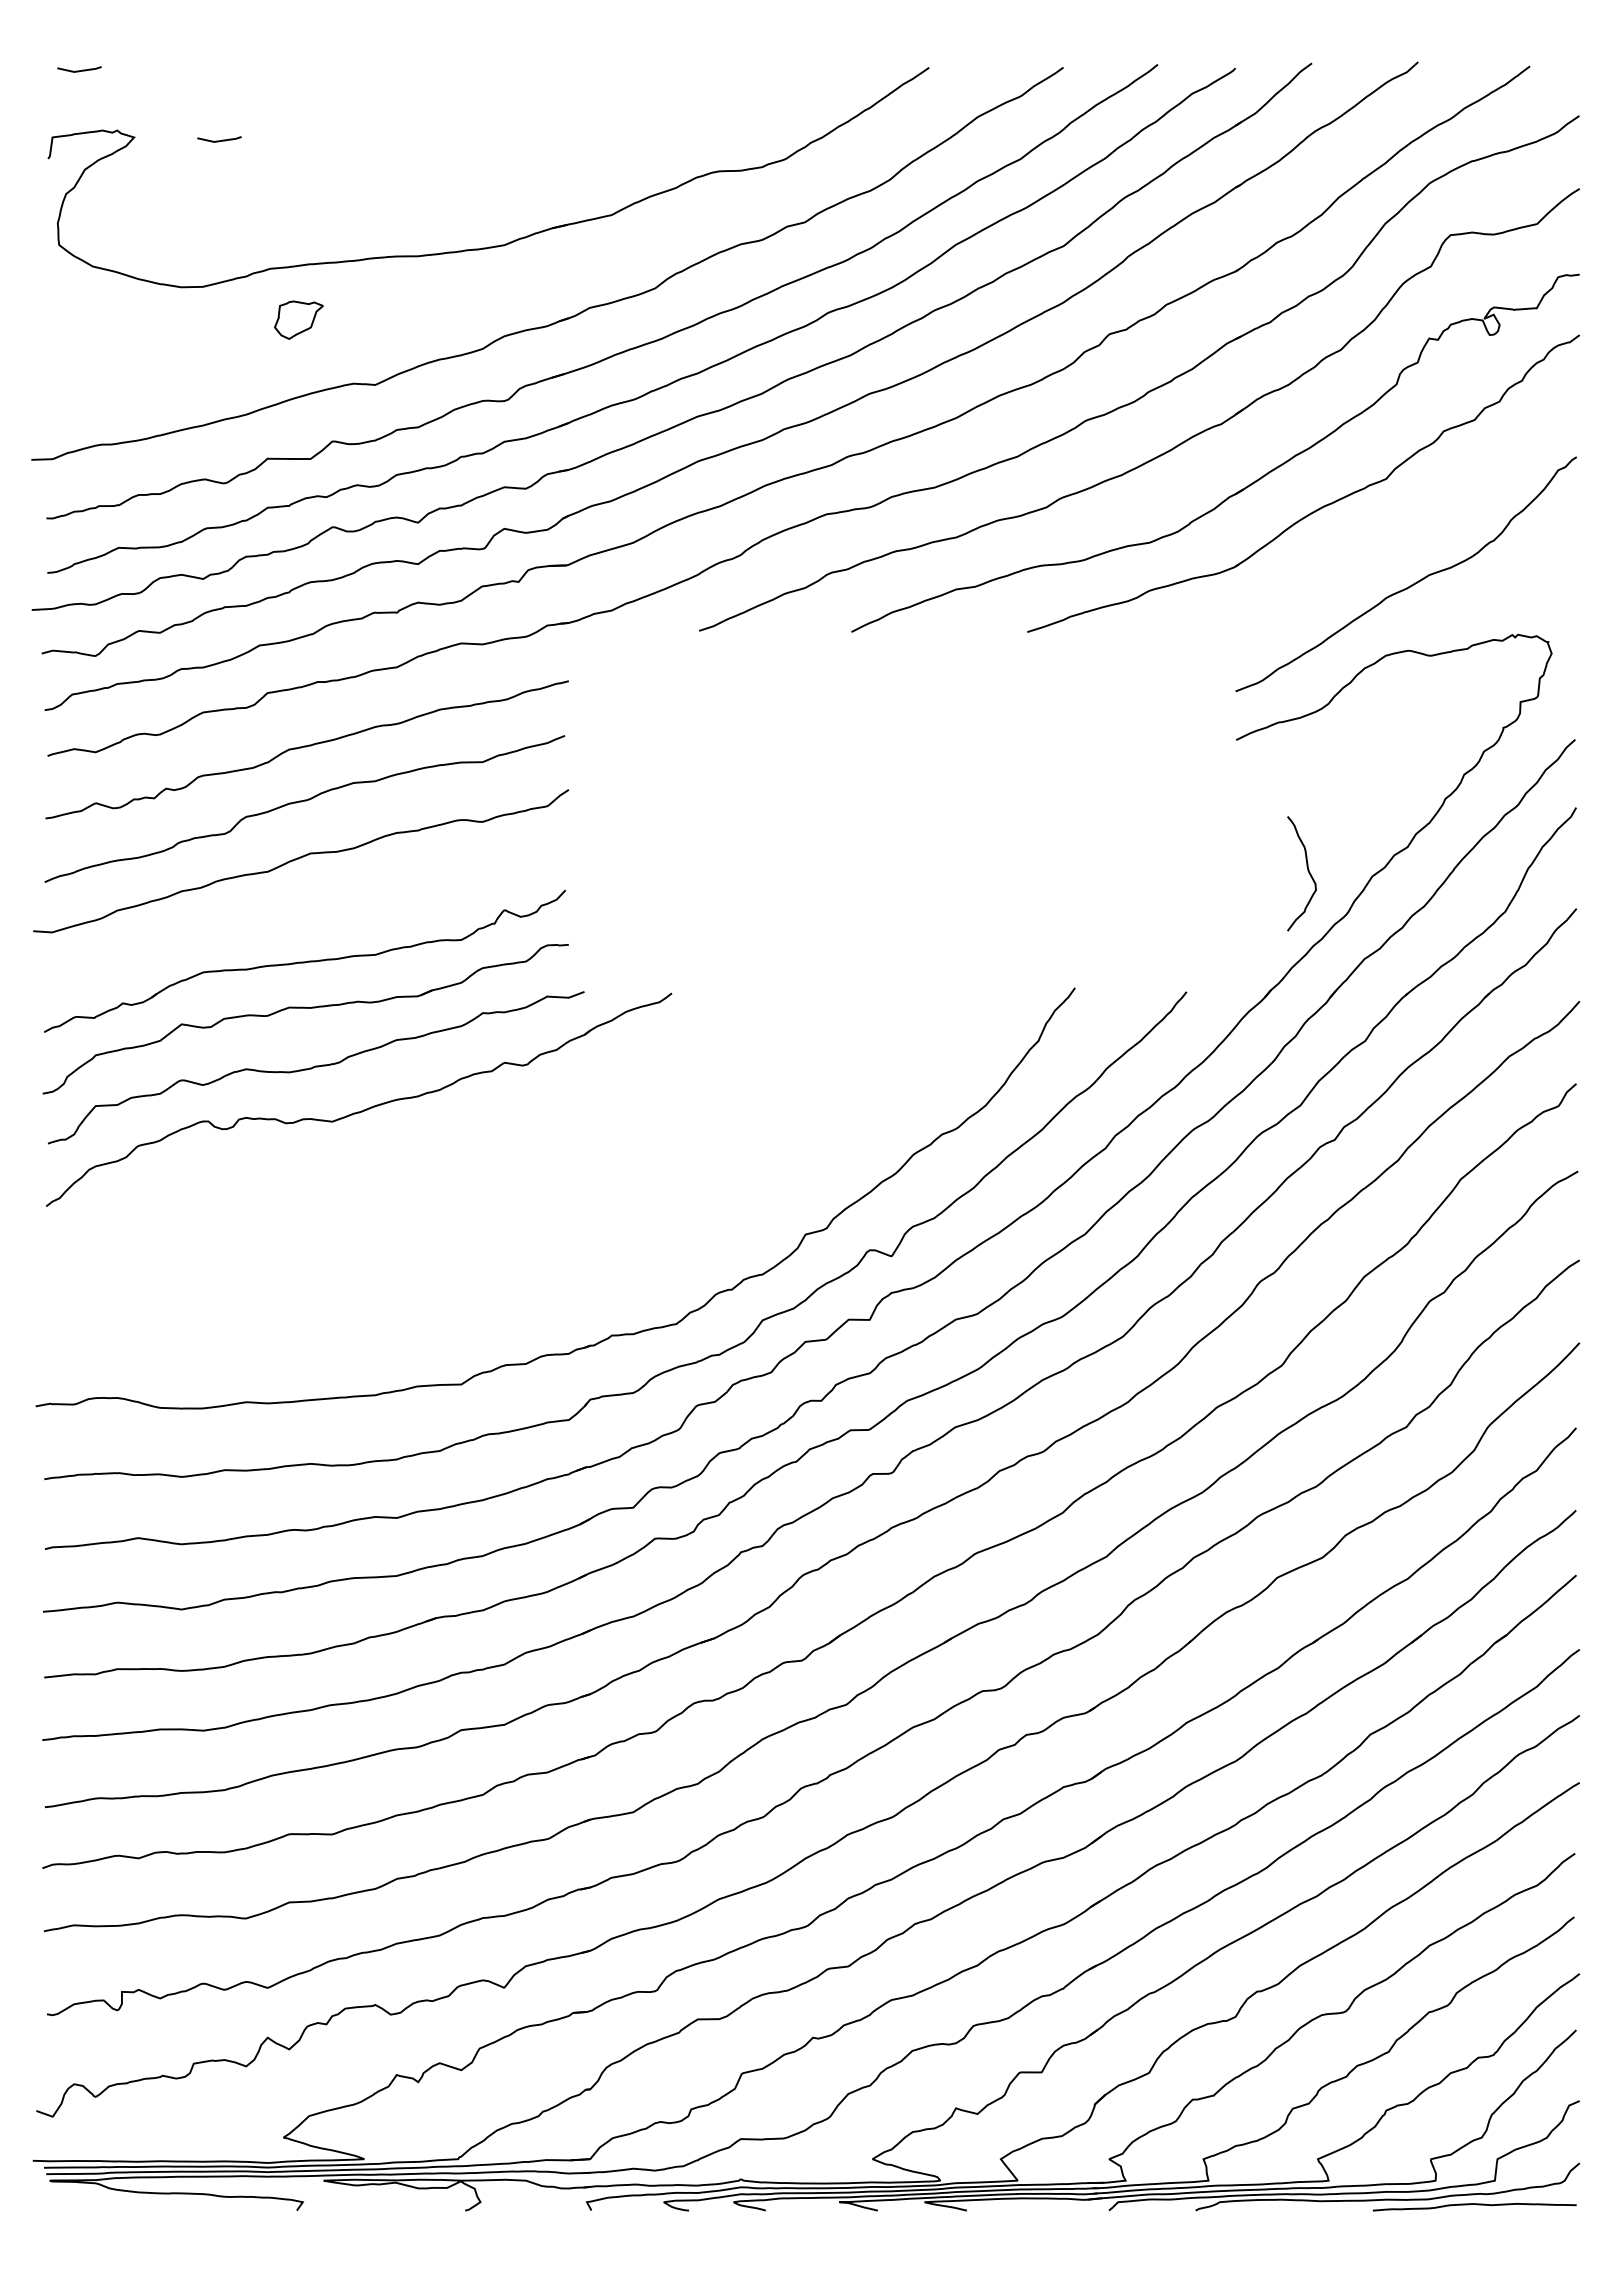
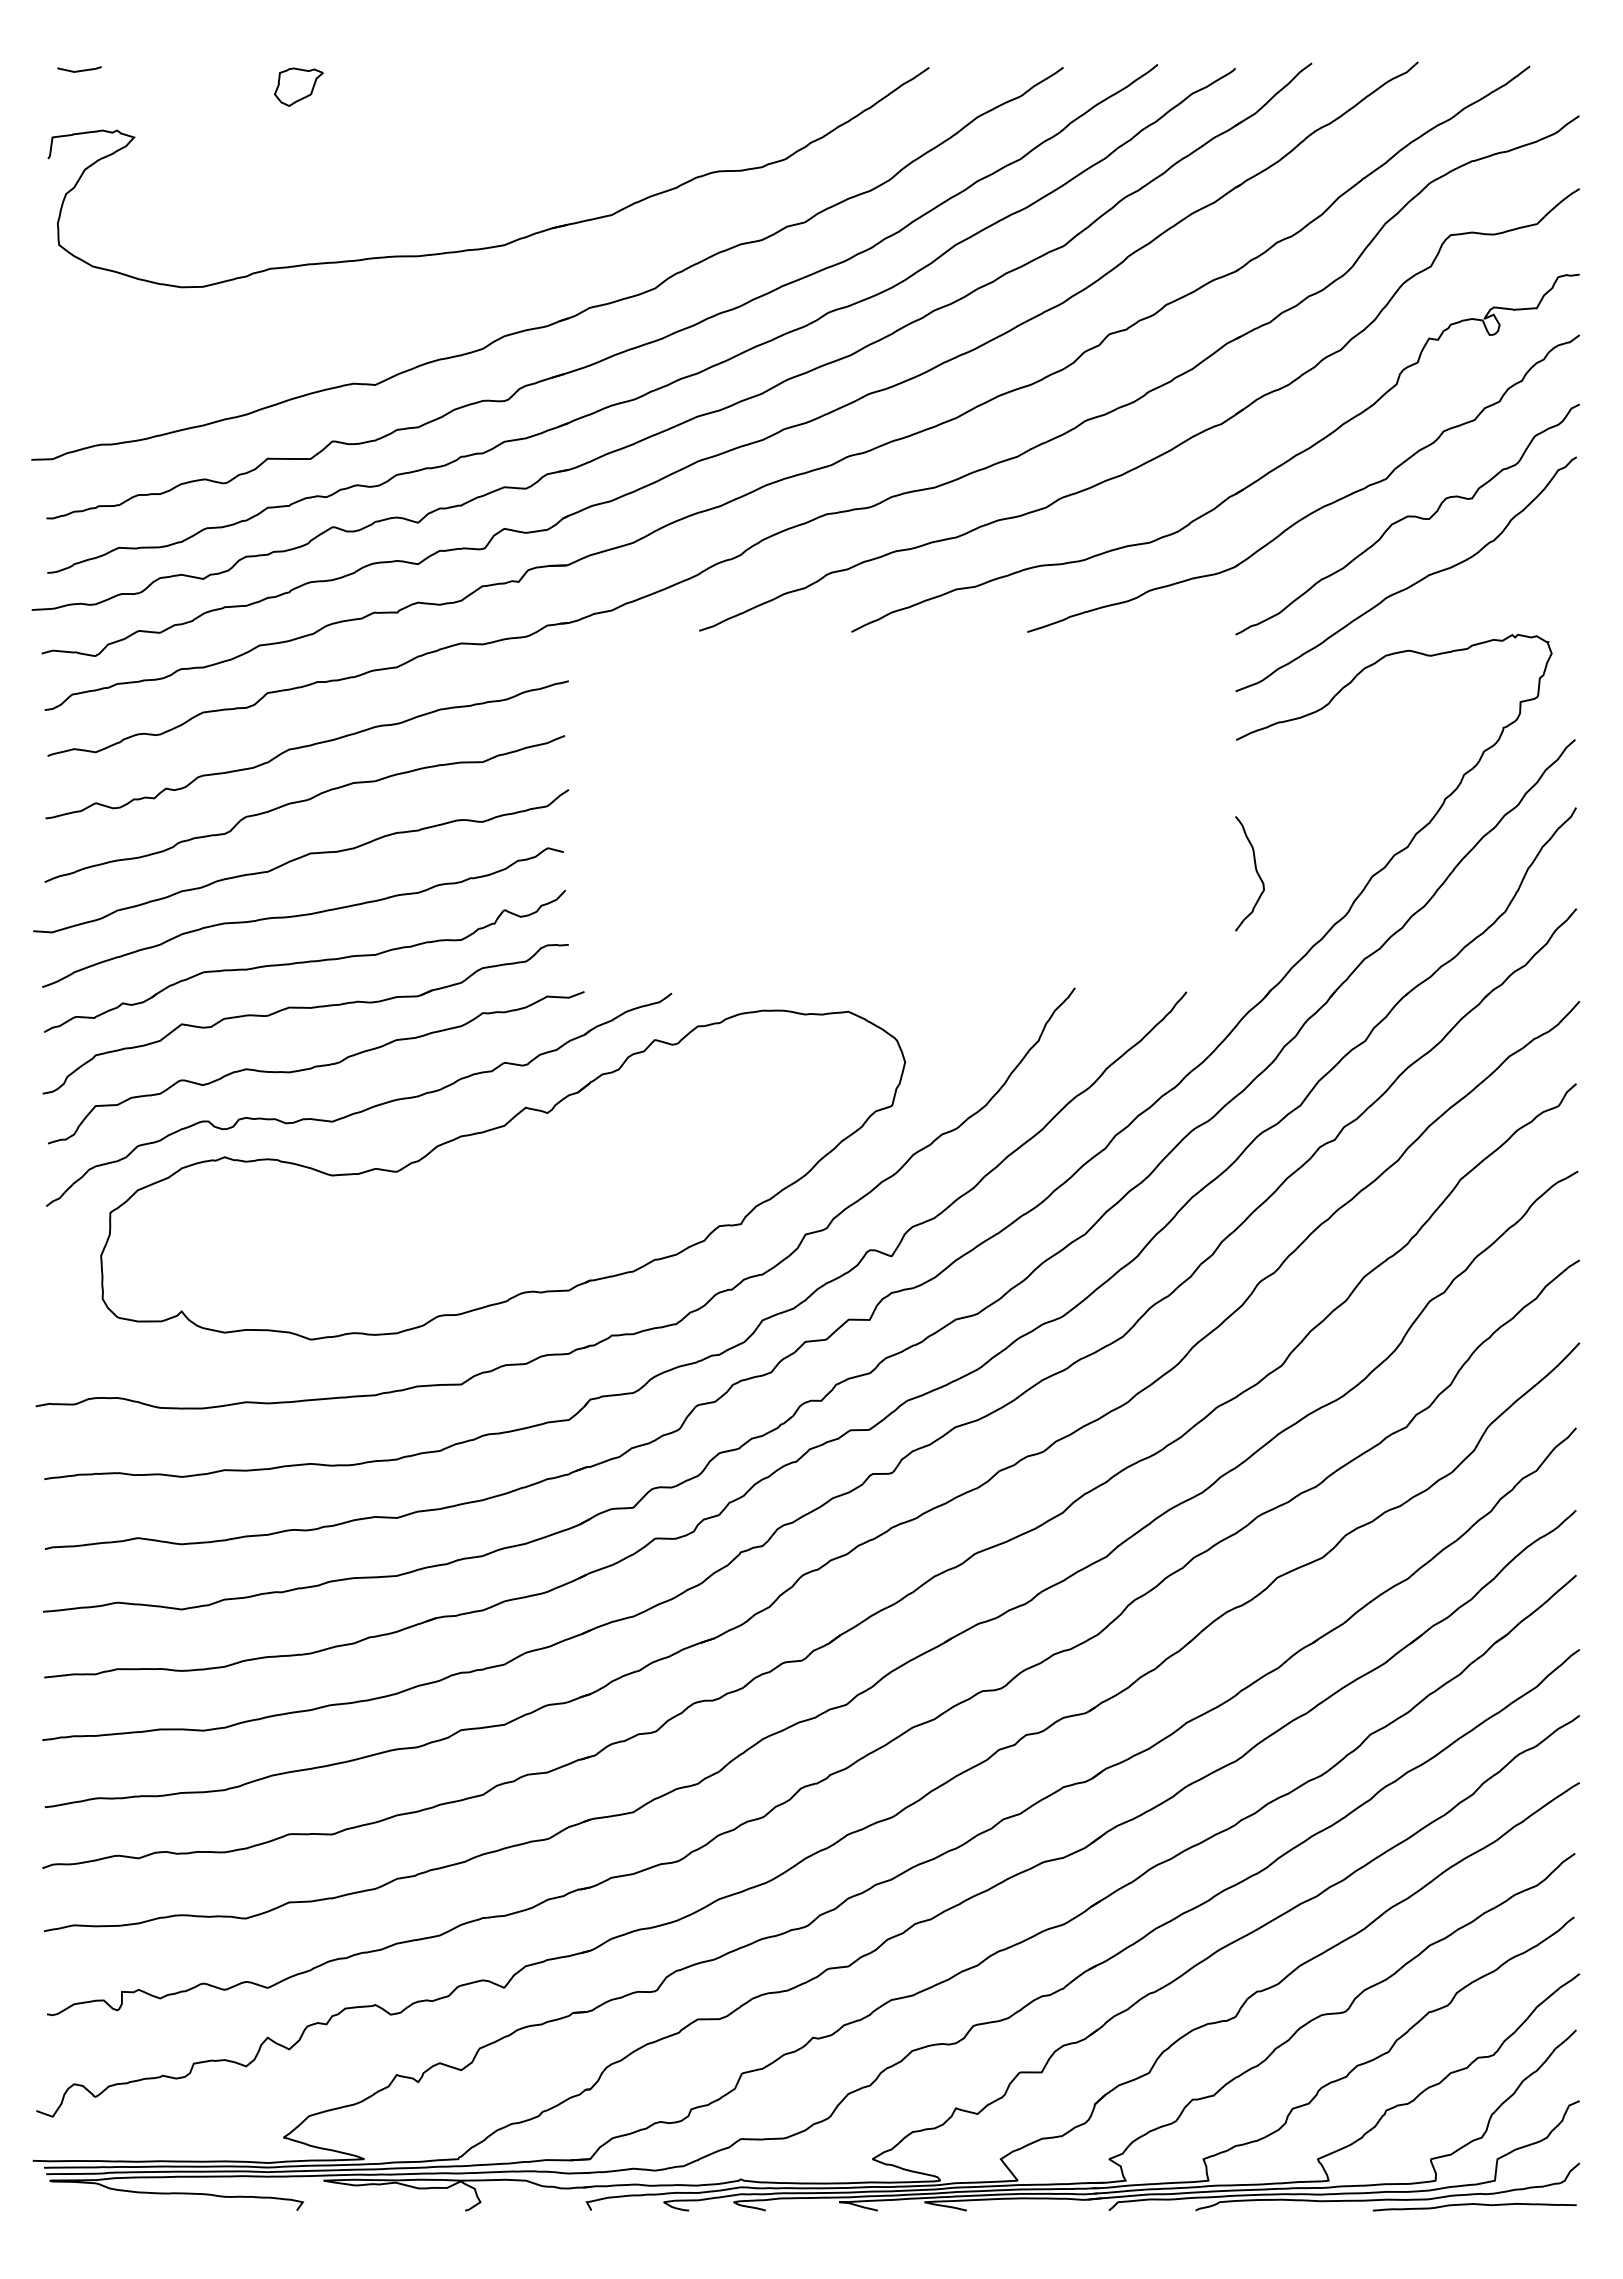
curve at (219, 140): present -> none
part at (298, 319) position: (298, 319) -> (298, 86)
curve at (1406, 518): none -> present
curve at (1307, 870) position: (1307, 870) -> (1255, 870)
curve at (302, 916): none -> present
part at (502, 1174): none -> present
